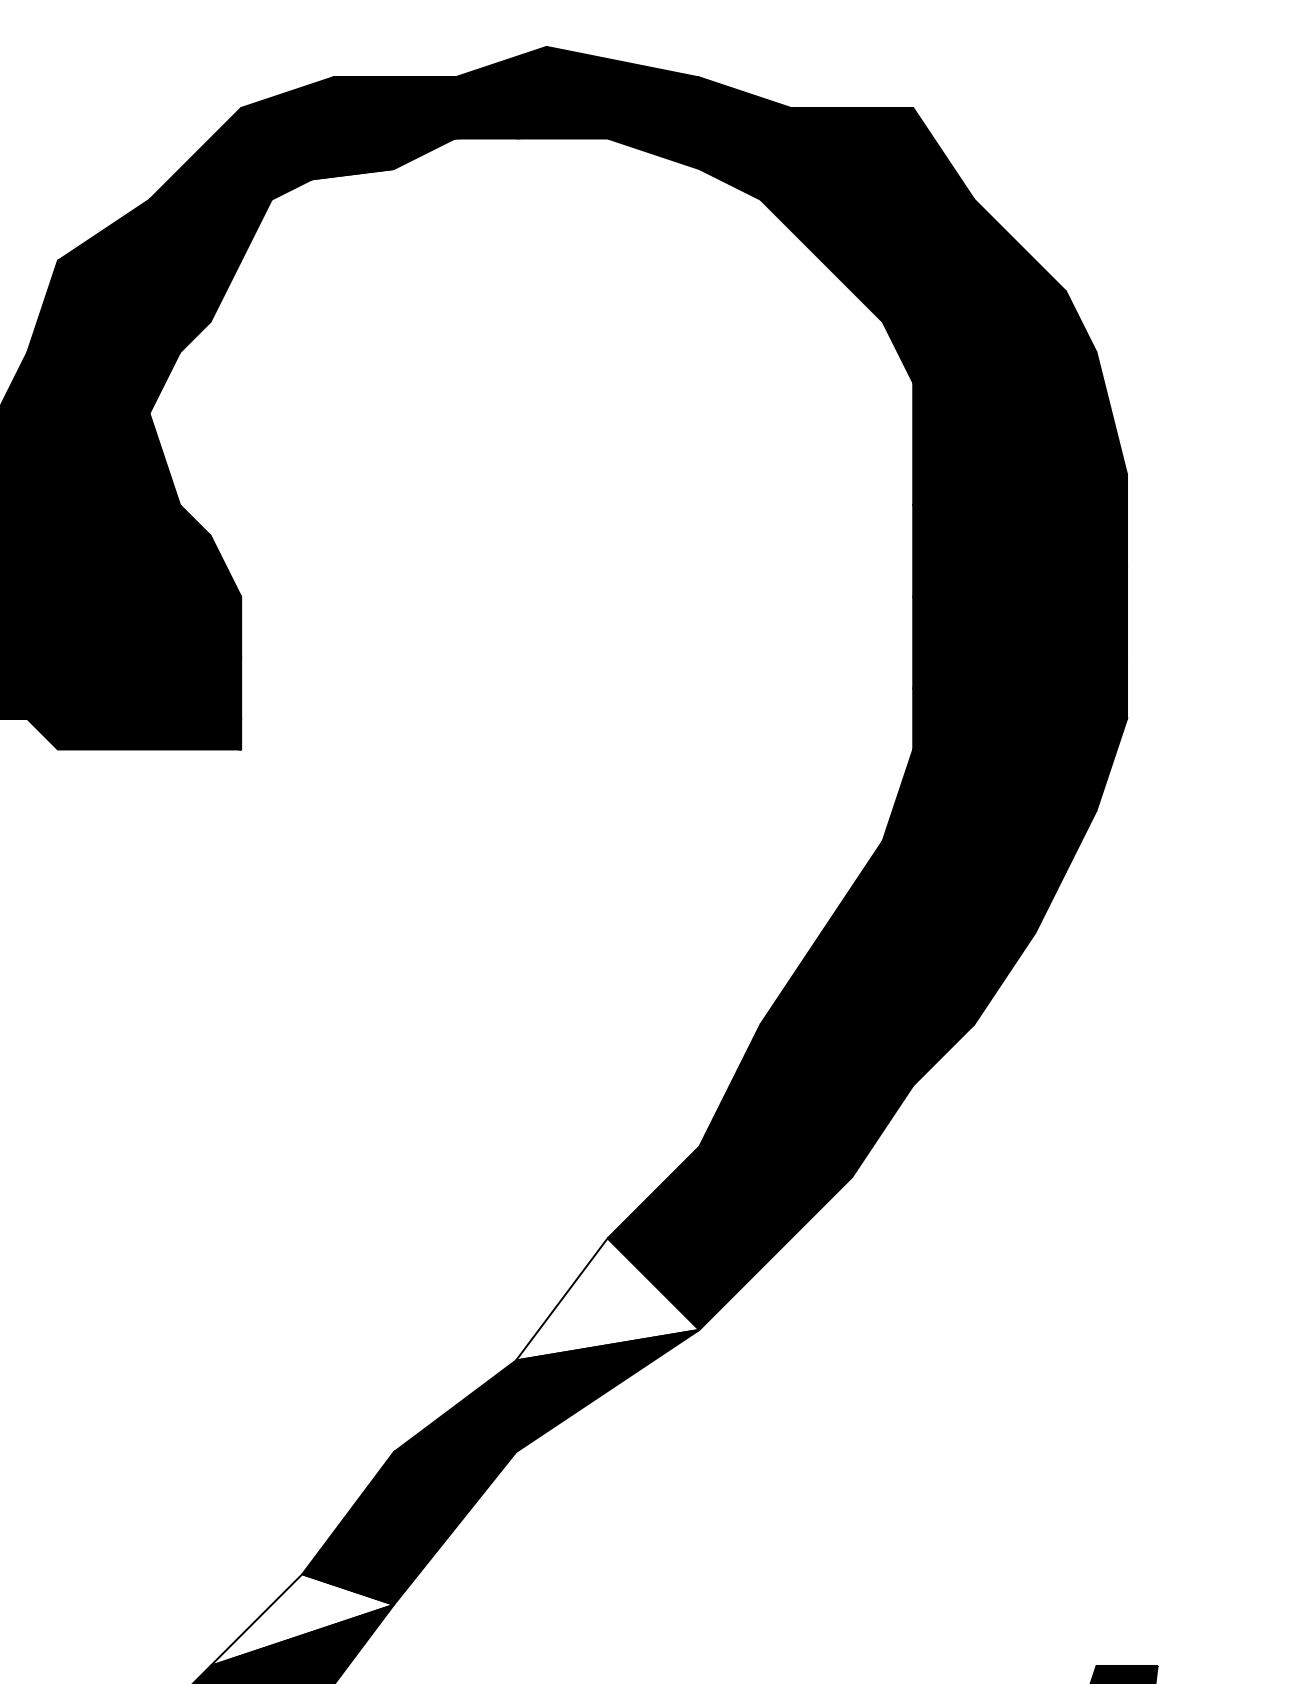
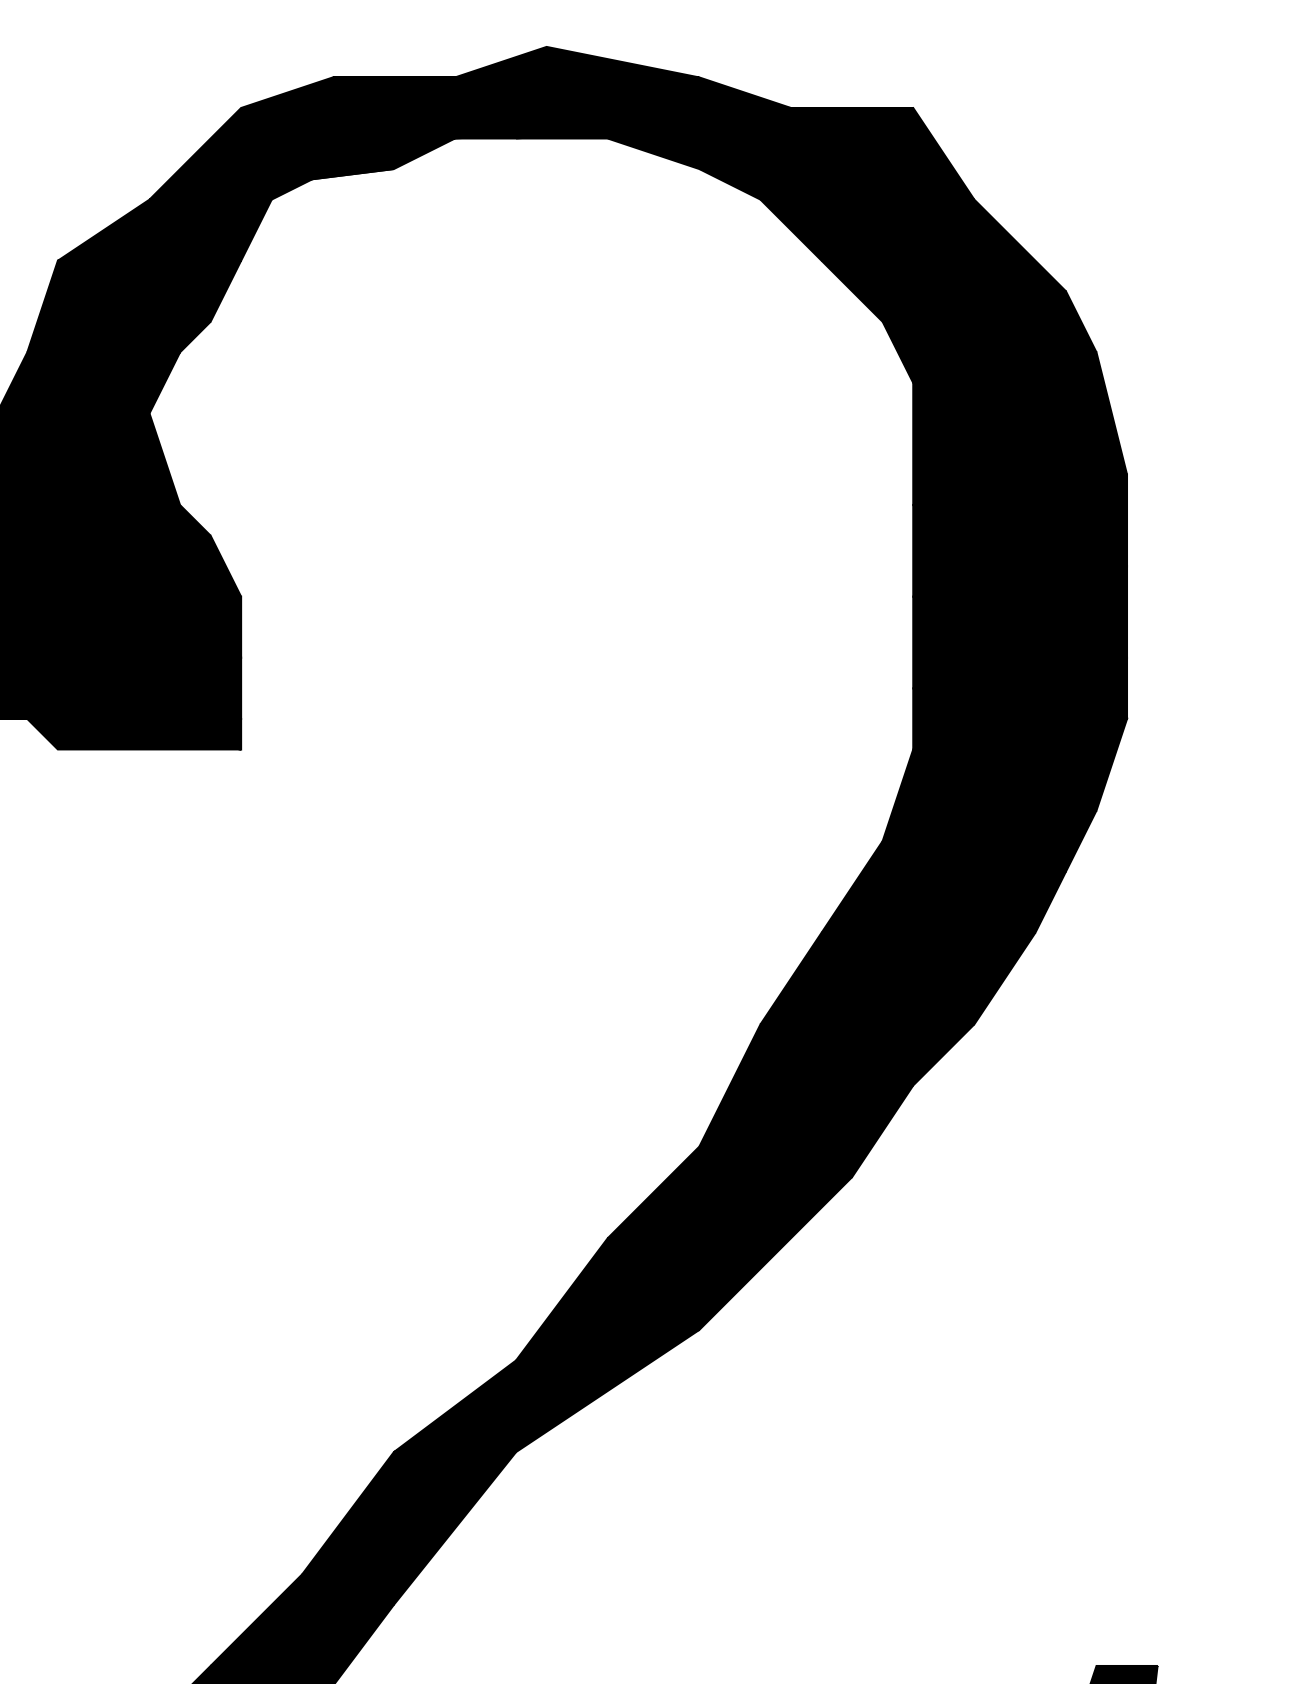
fill at (607, 1299): none -> present
fill at (301, 1619): none -> present
